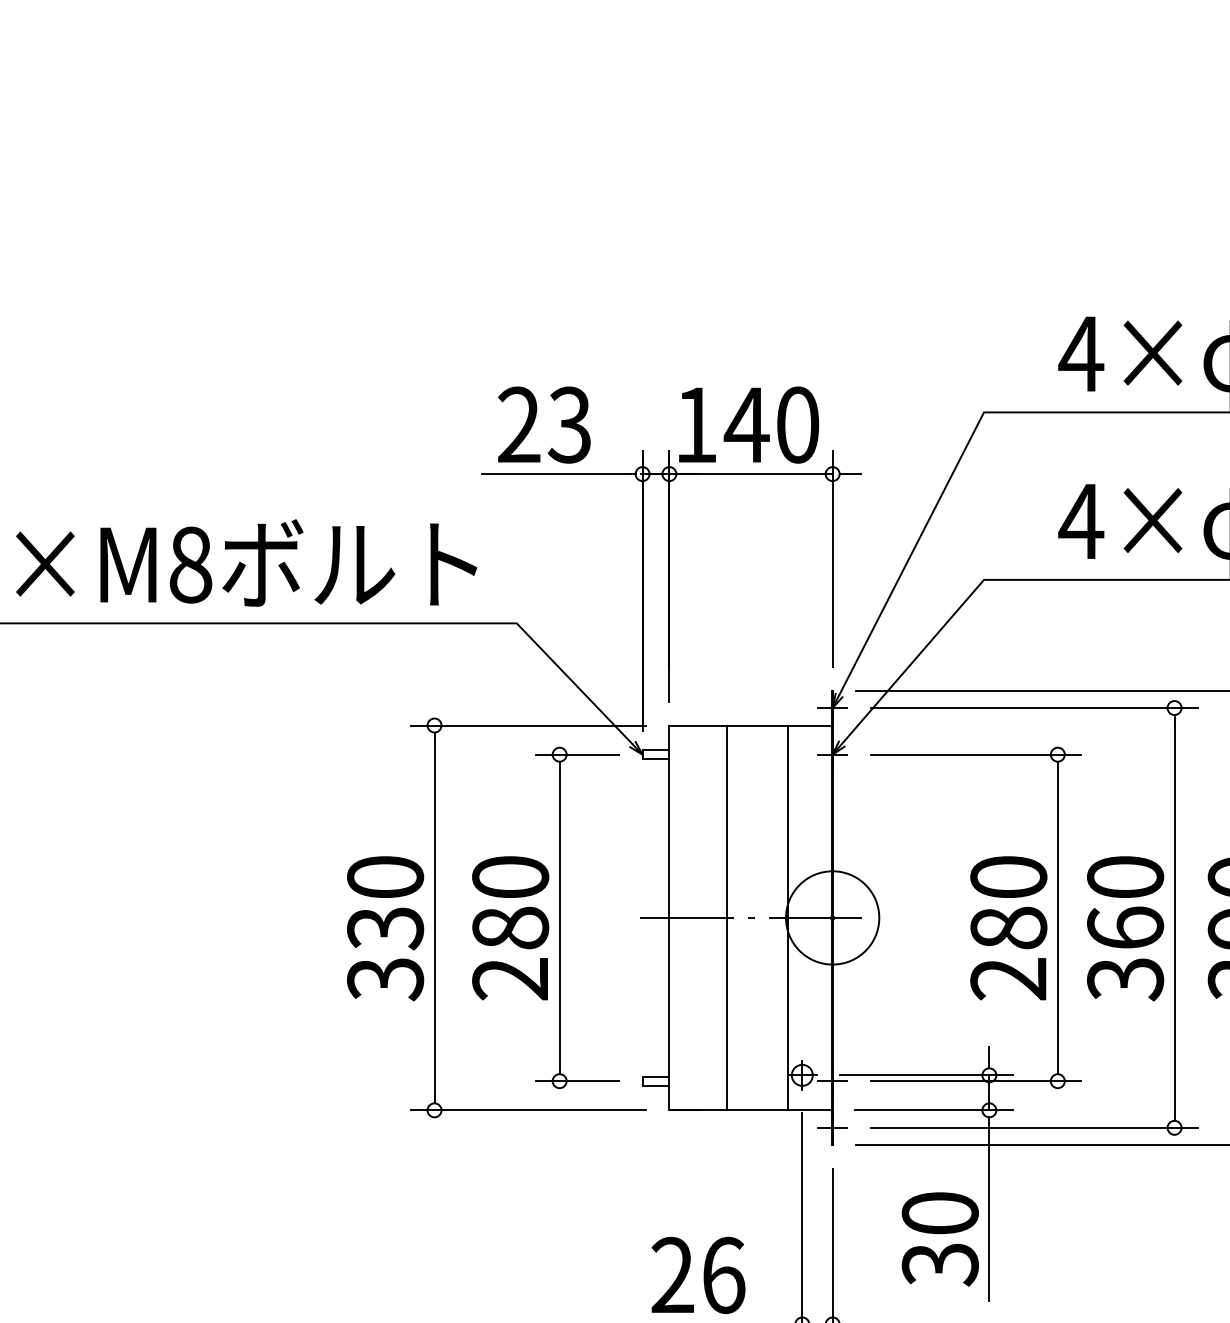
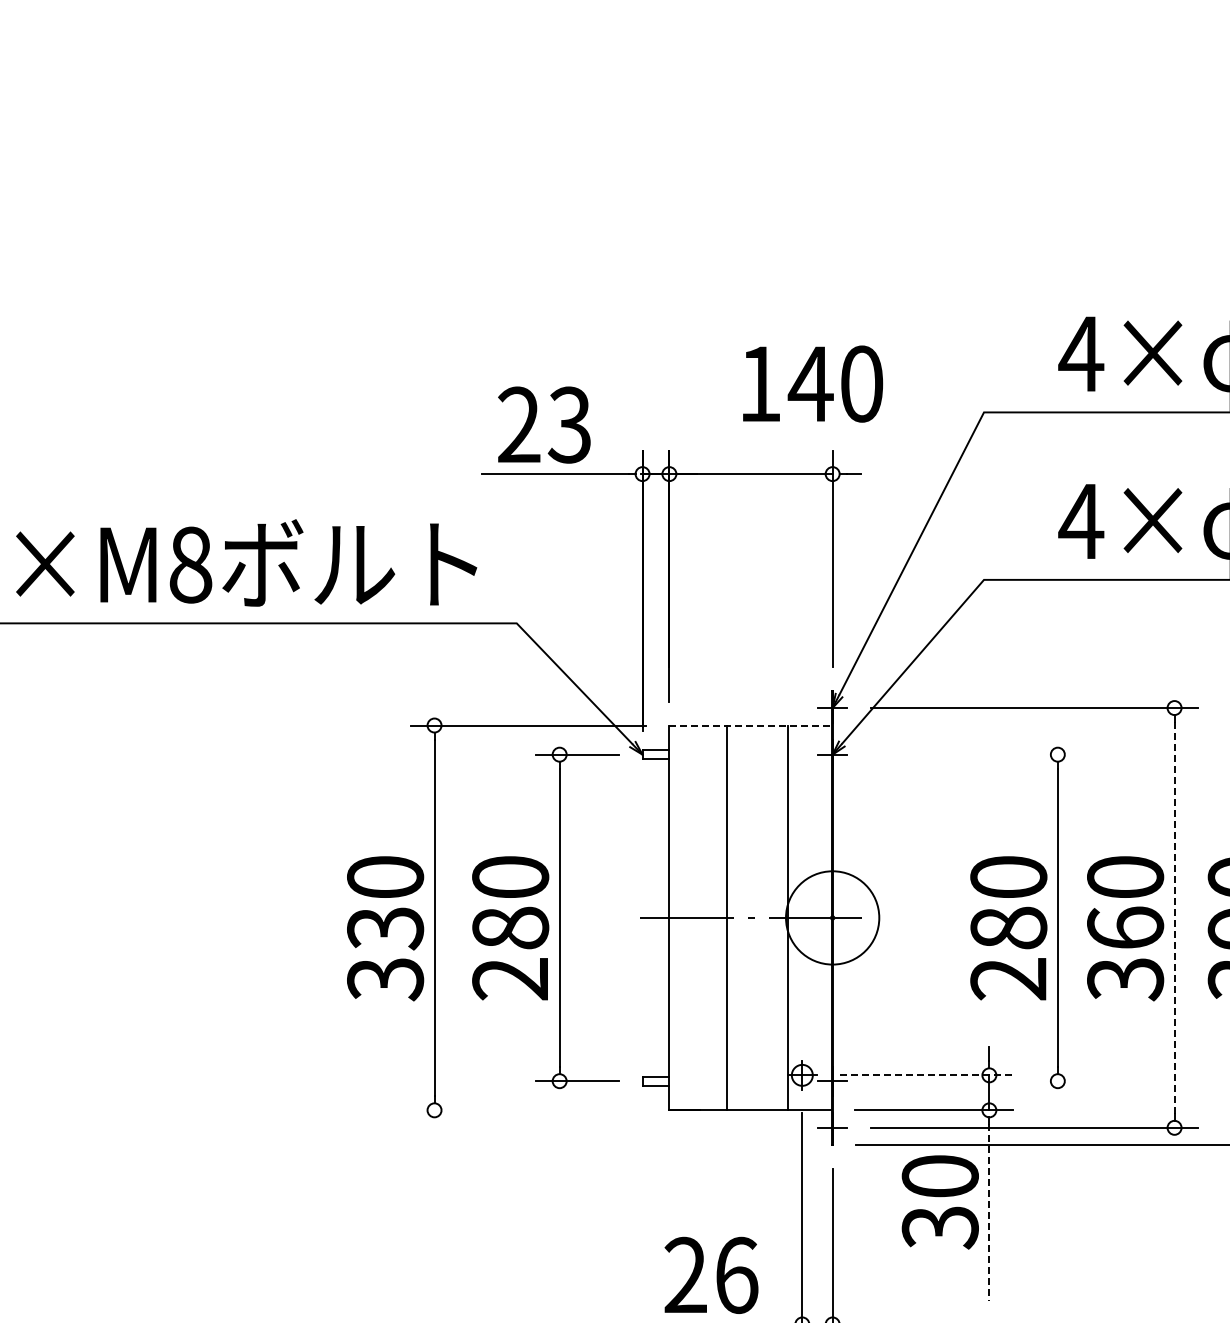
text at (749, 424) position: (749, 424) -> (813, 383)
line at (1040, 690): present -> none
line at (750, 725): solid -> dashed
line at (975, 754): present -> none
line at (1174, 917): solid -> dashed
line at (926, 1075): solid -> dashed
line at (975, 1081): present -> none
line at (528, 1110): present -> none
line at (989, 1213): solid -> dashed
text at (939, 1239) position: (939, 1239) -> (939, 1202)
text at (698, 1274) position: (698, 1274) -> (711, 1274)
